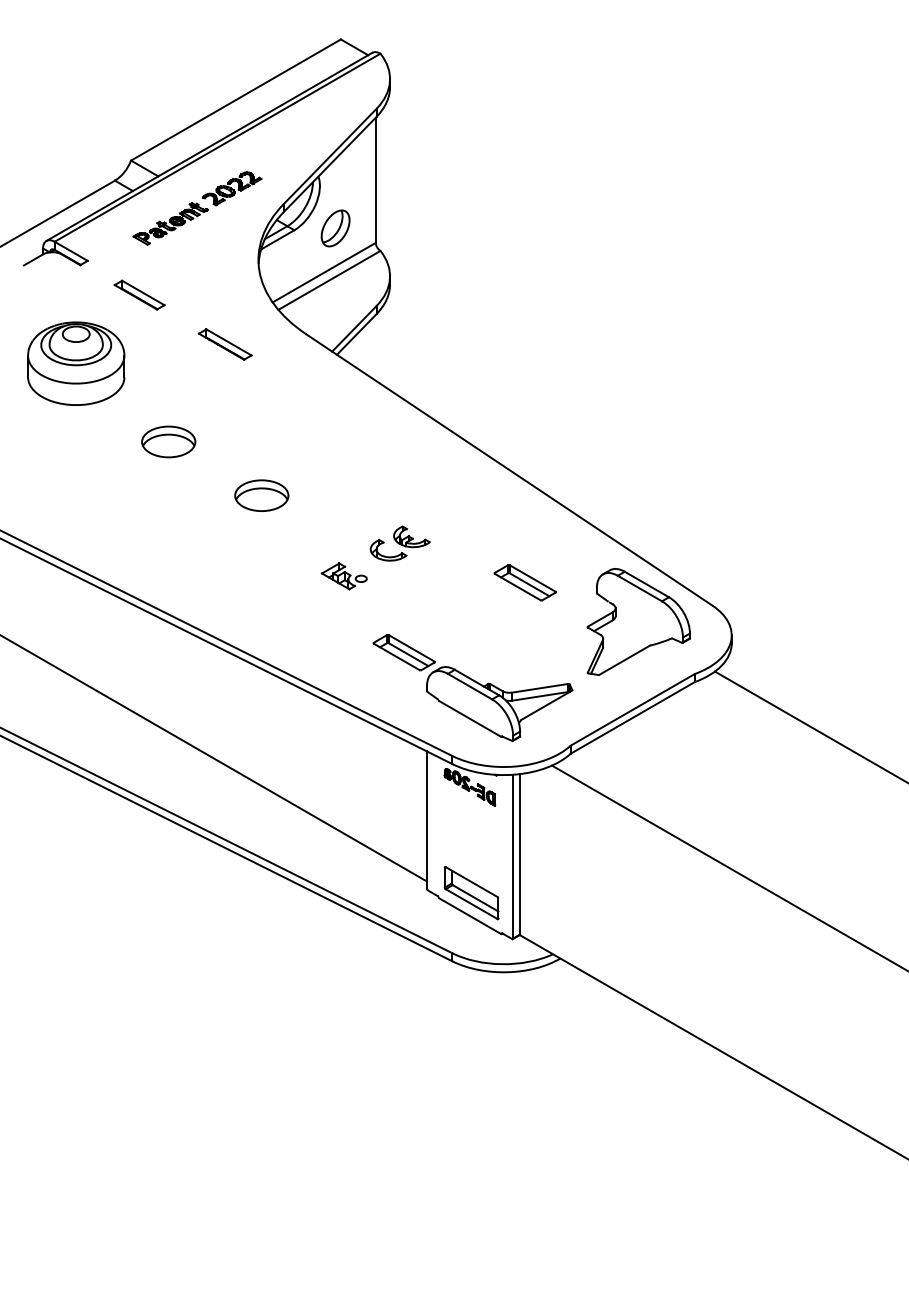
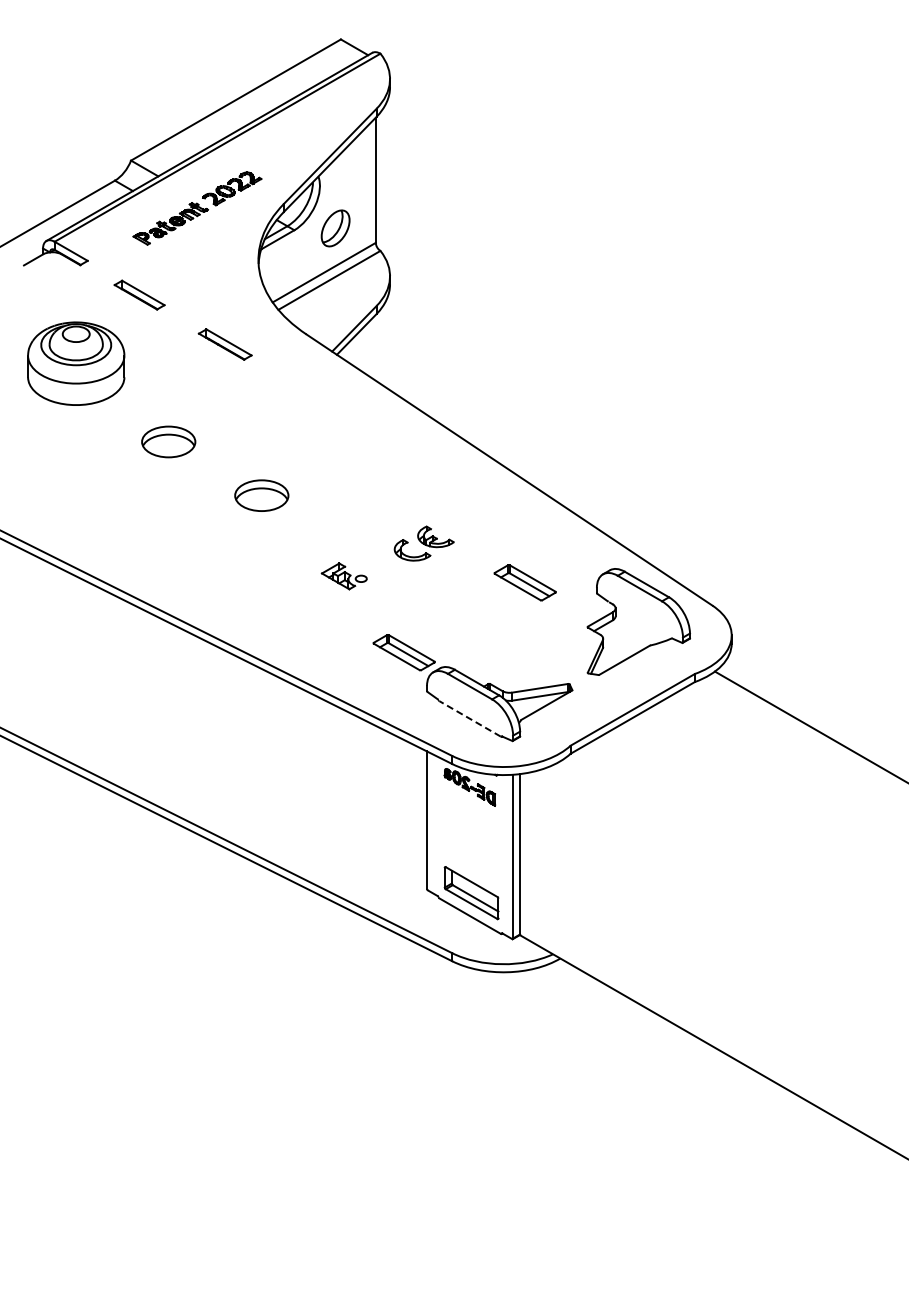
part at (399, 543) position: (399, 543) -> (423, 543)
line at (469, 718): solid -> dashed
line at (214, 758): present -> none
line at (728, 867): present -> none
